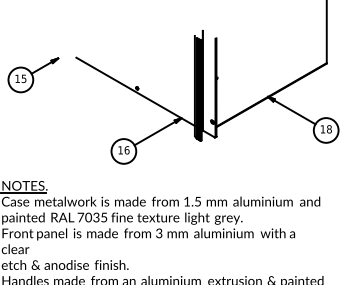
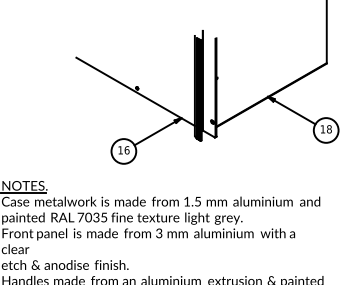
part at (33, 75): present -> none
